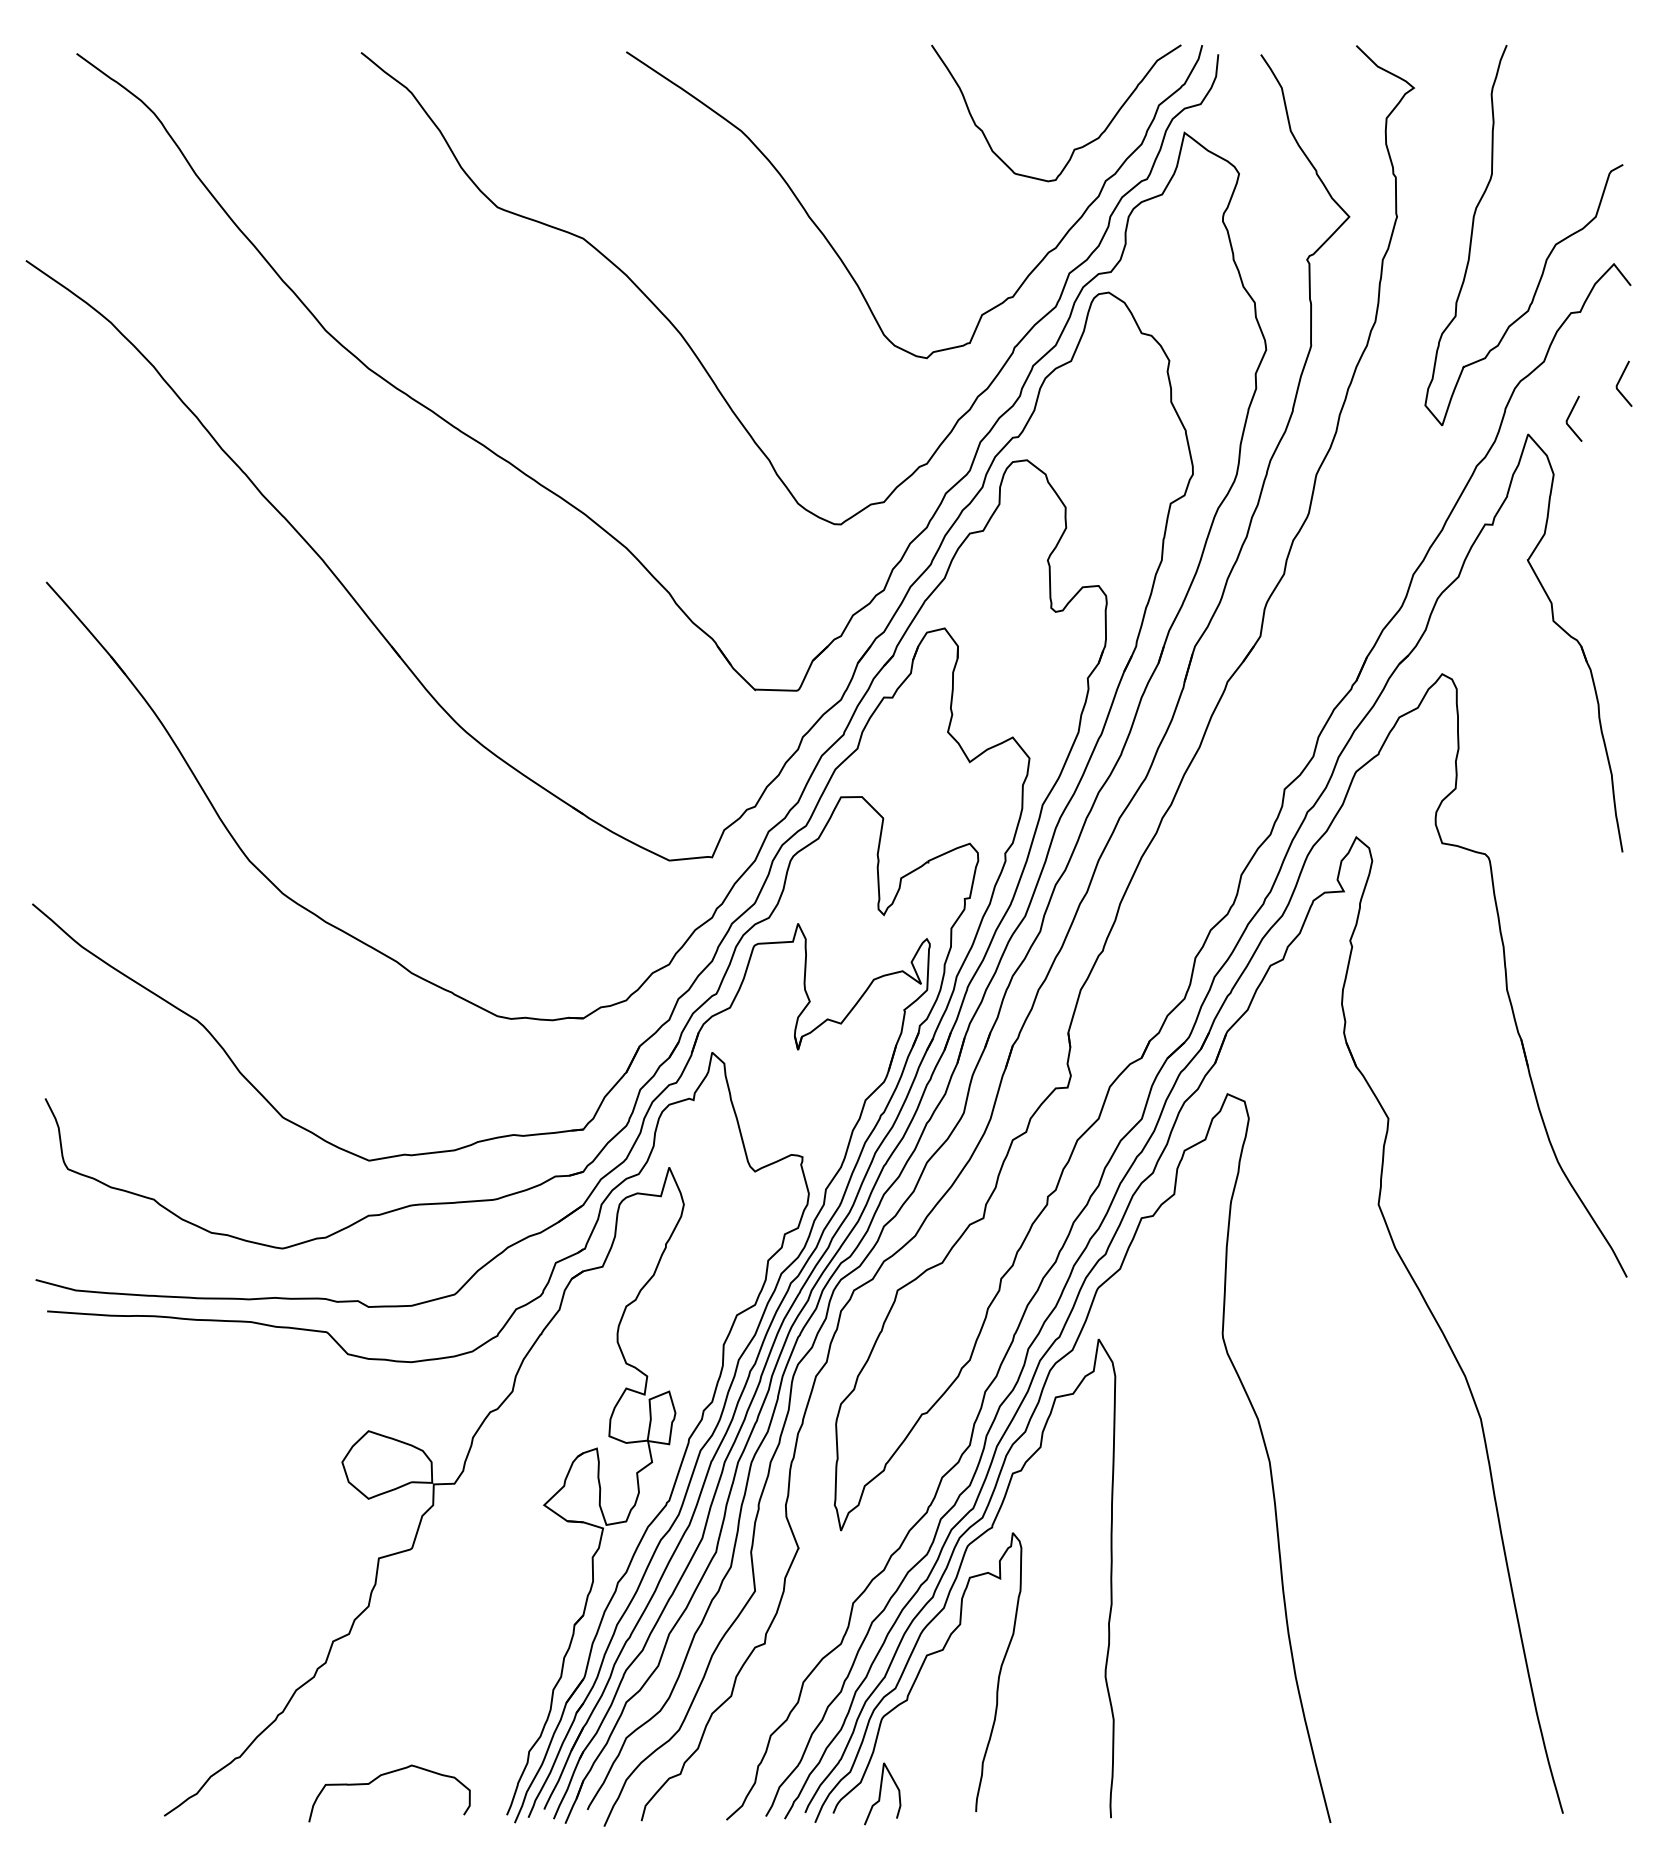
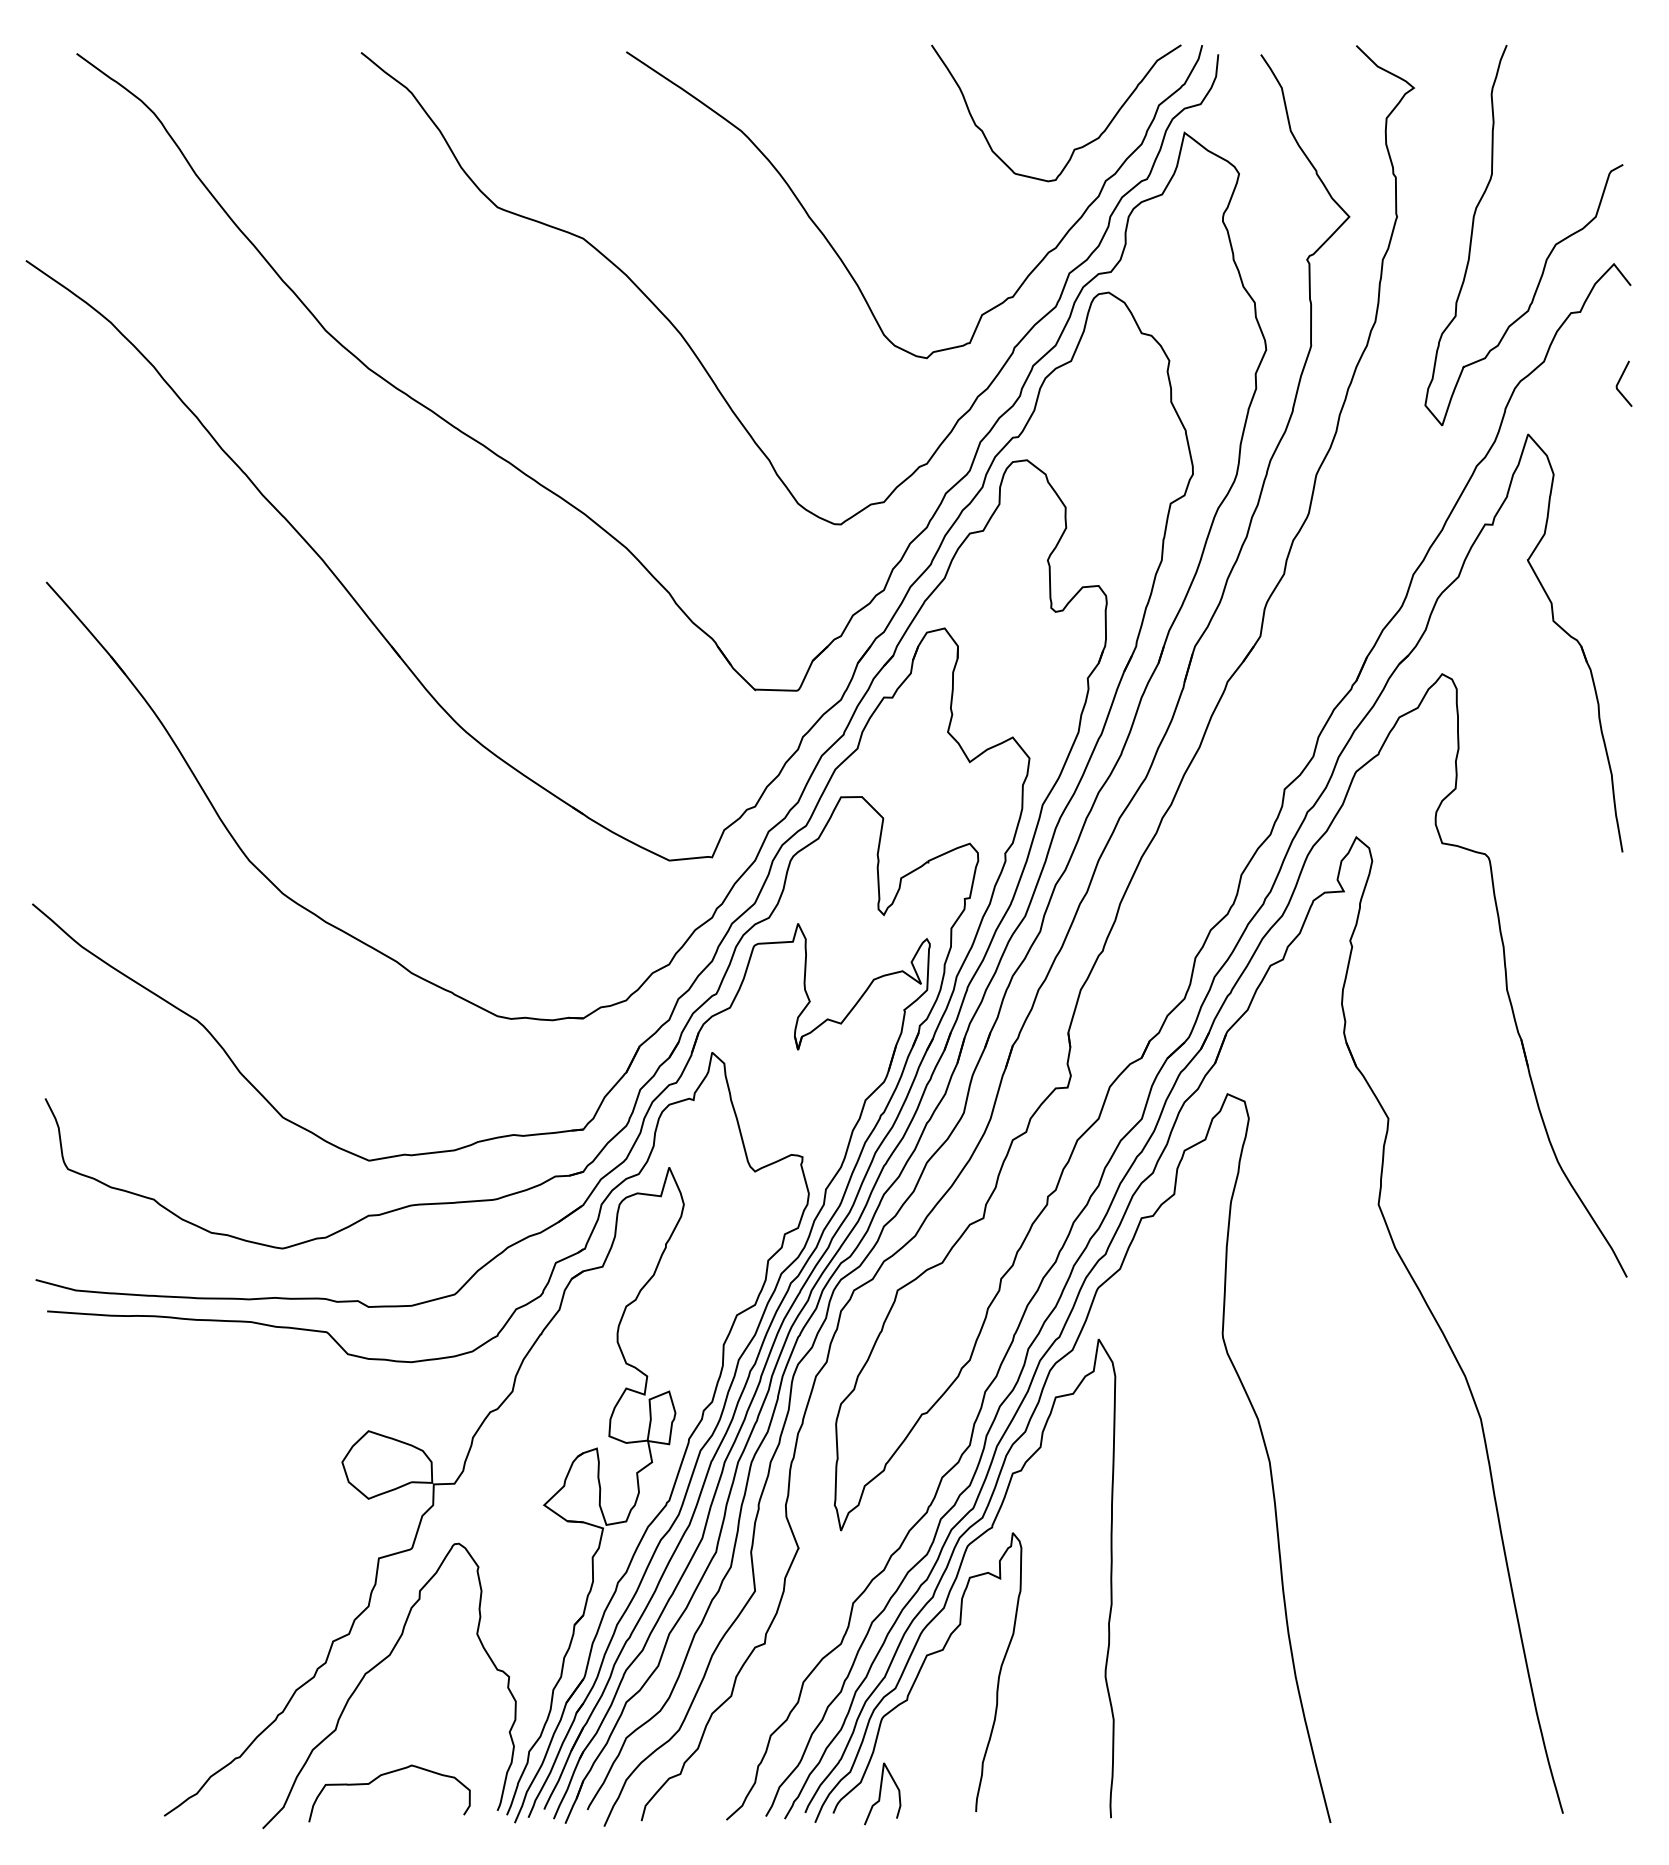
line at (1569, 417): present -> none
curve at (373, 1669): none -> present
